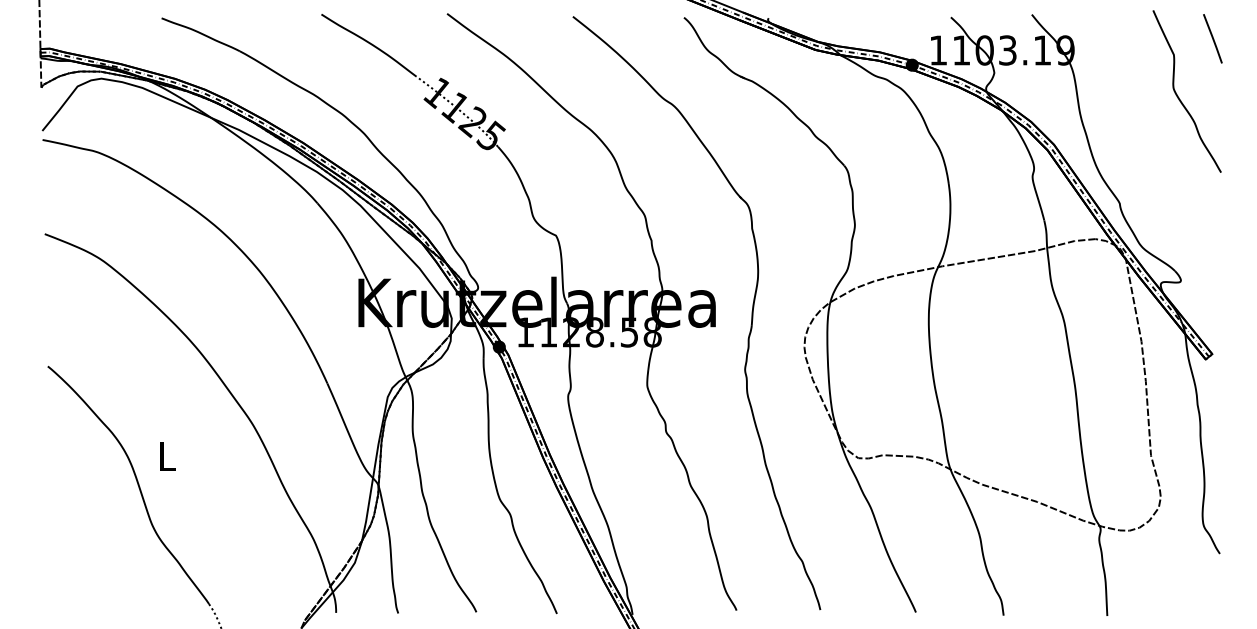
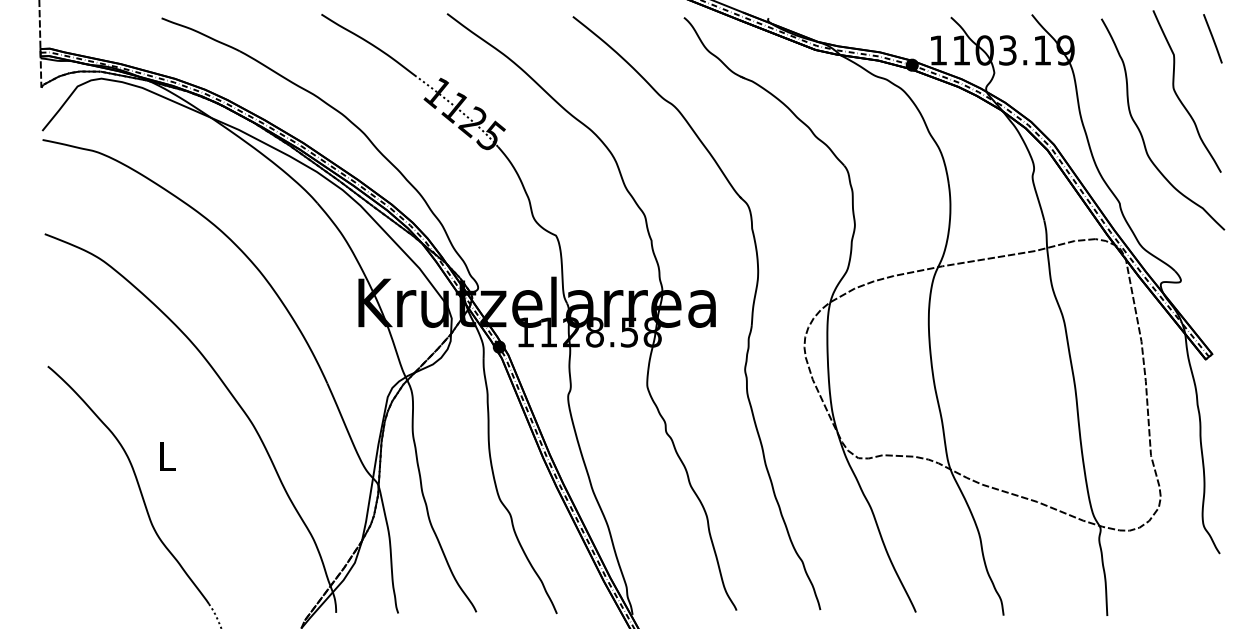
curve at (1142, 134): none -> present
